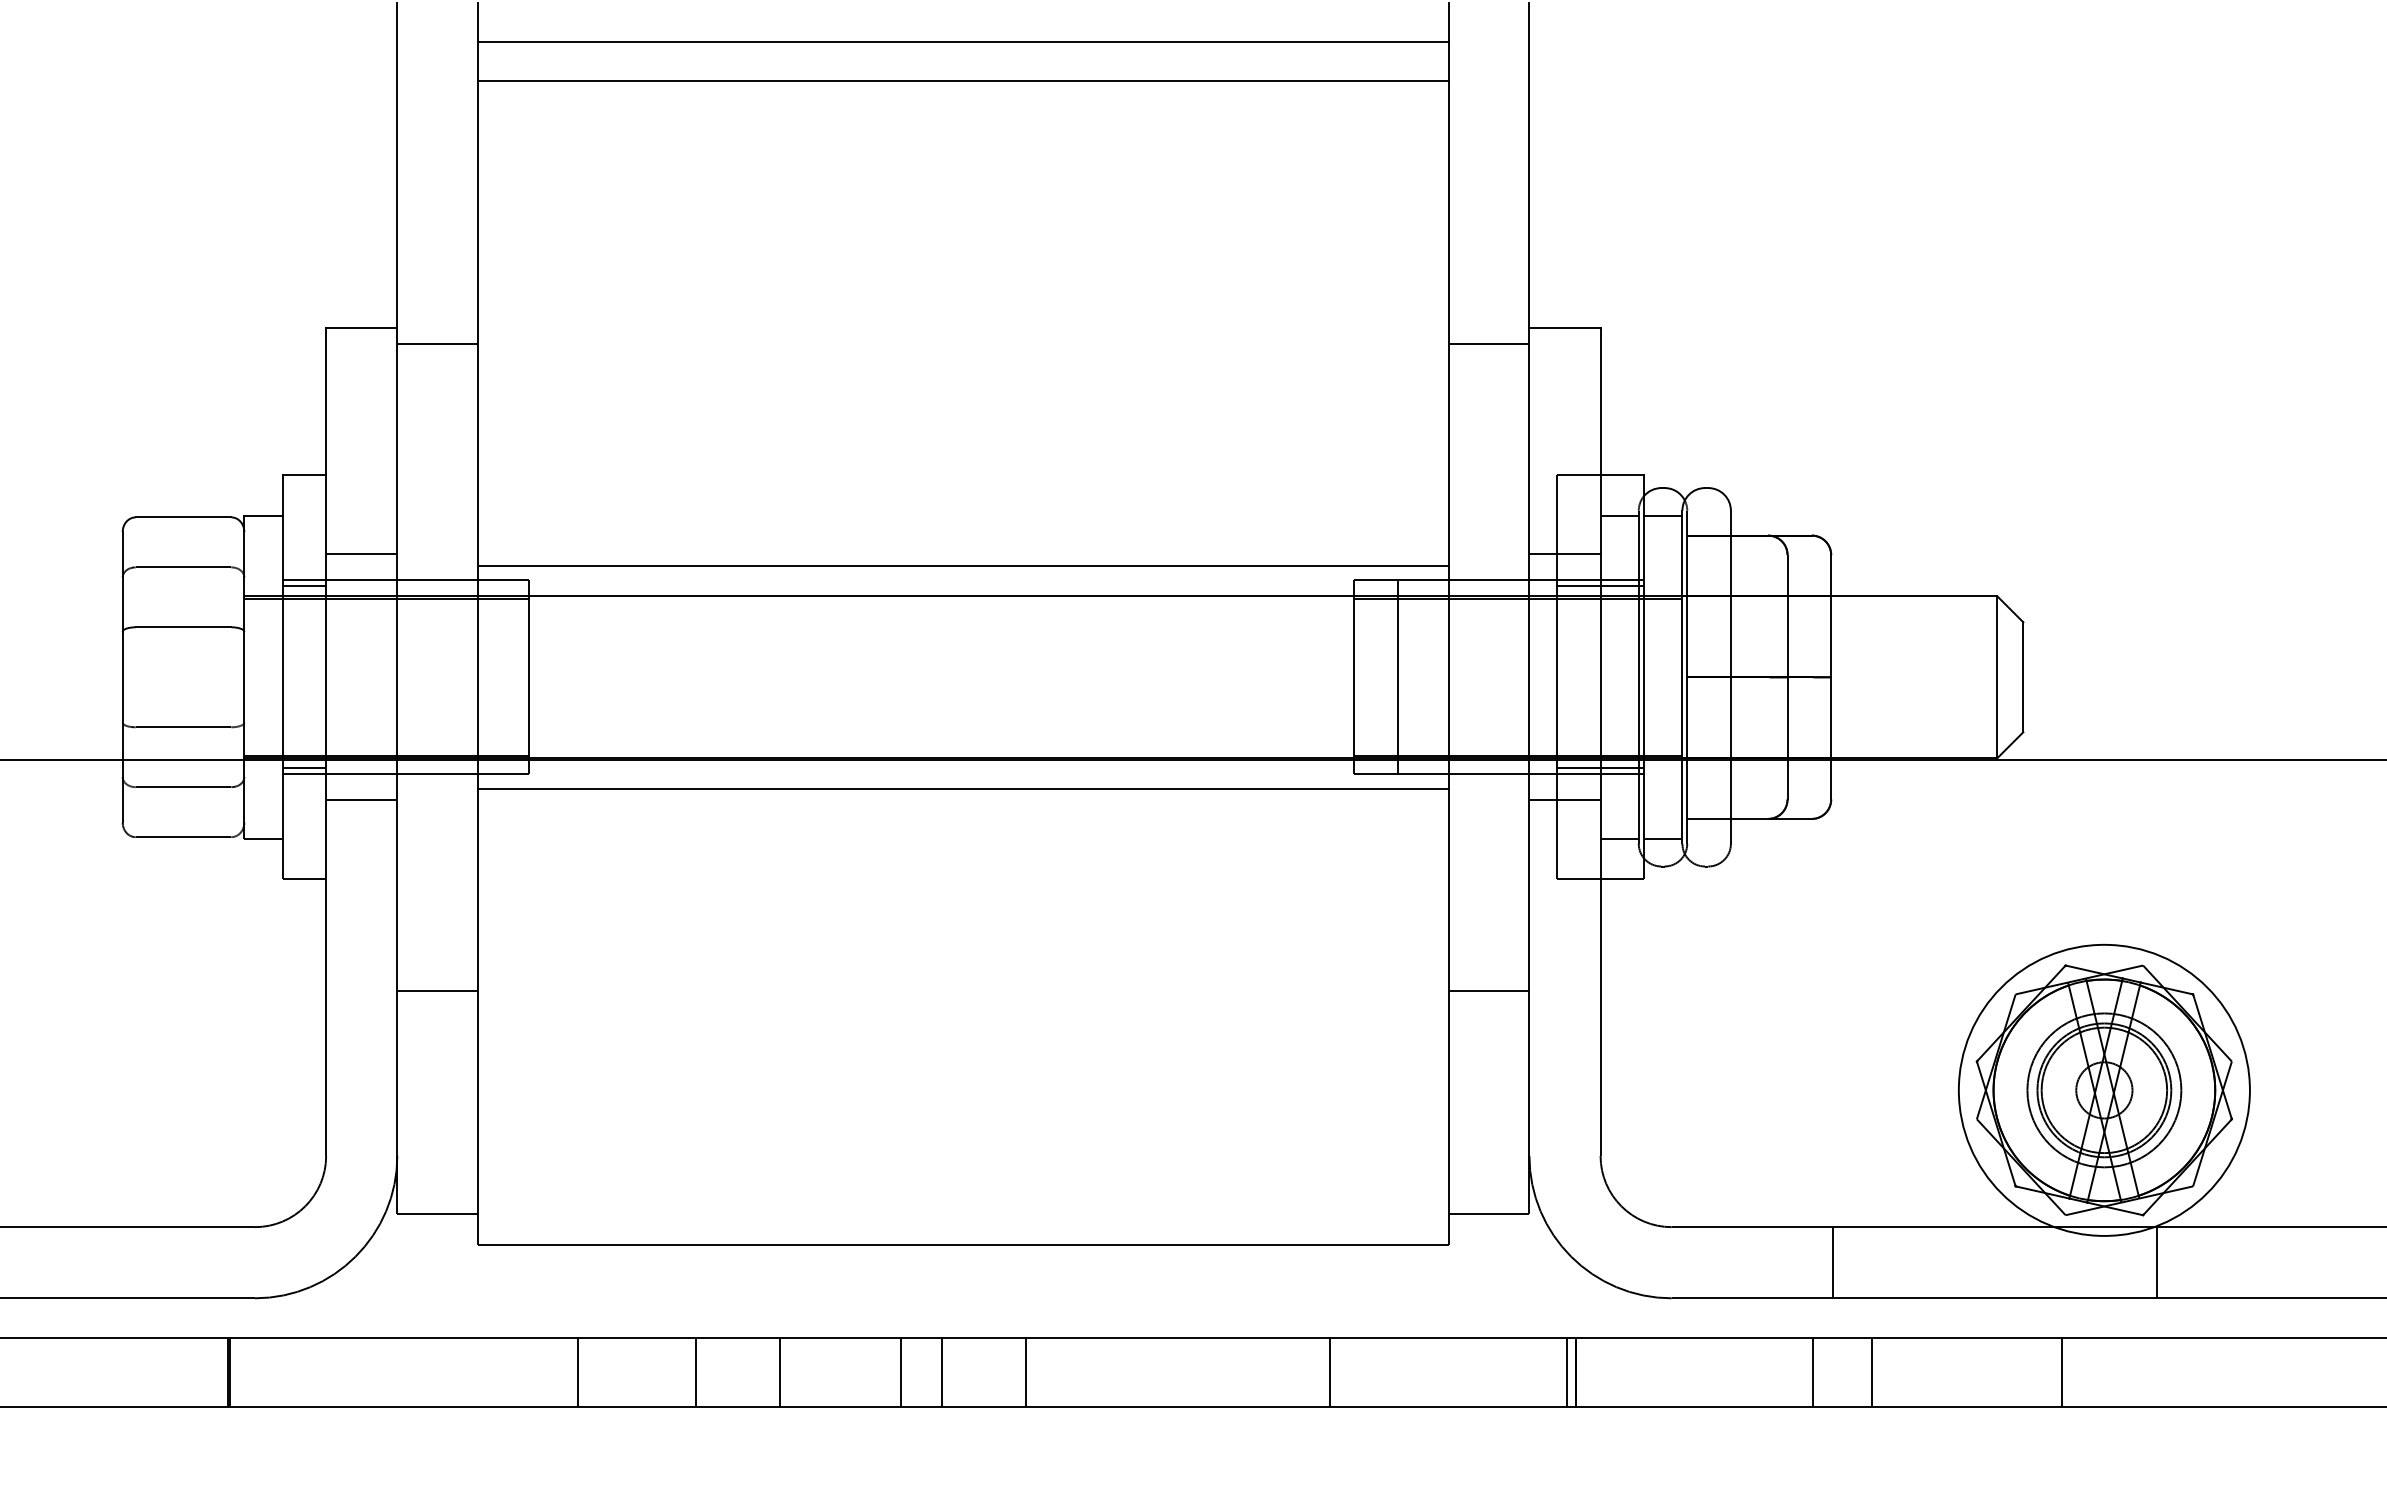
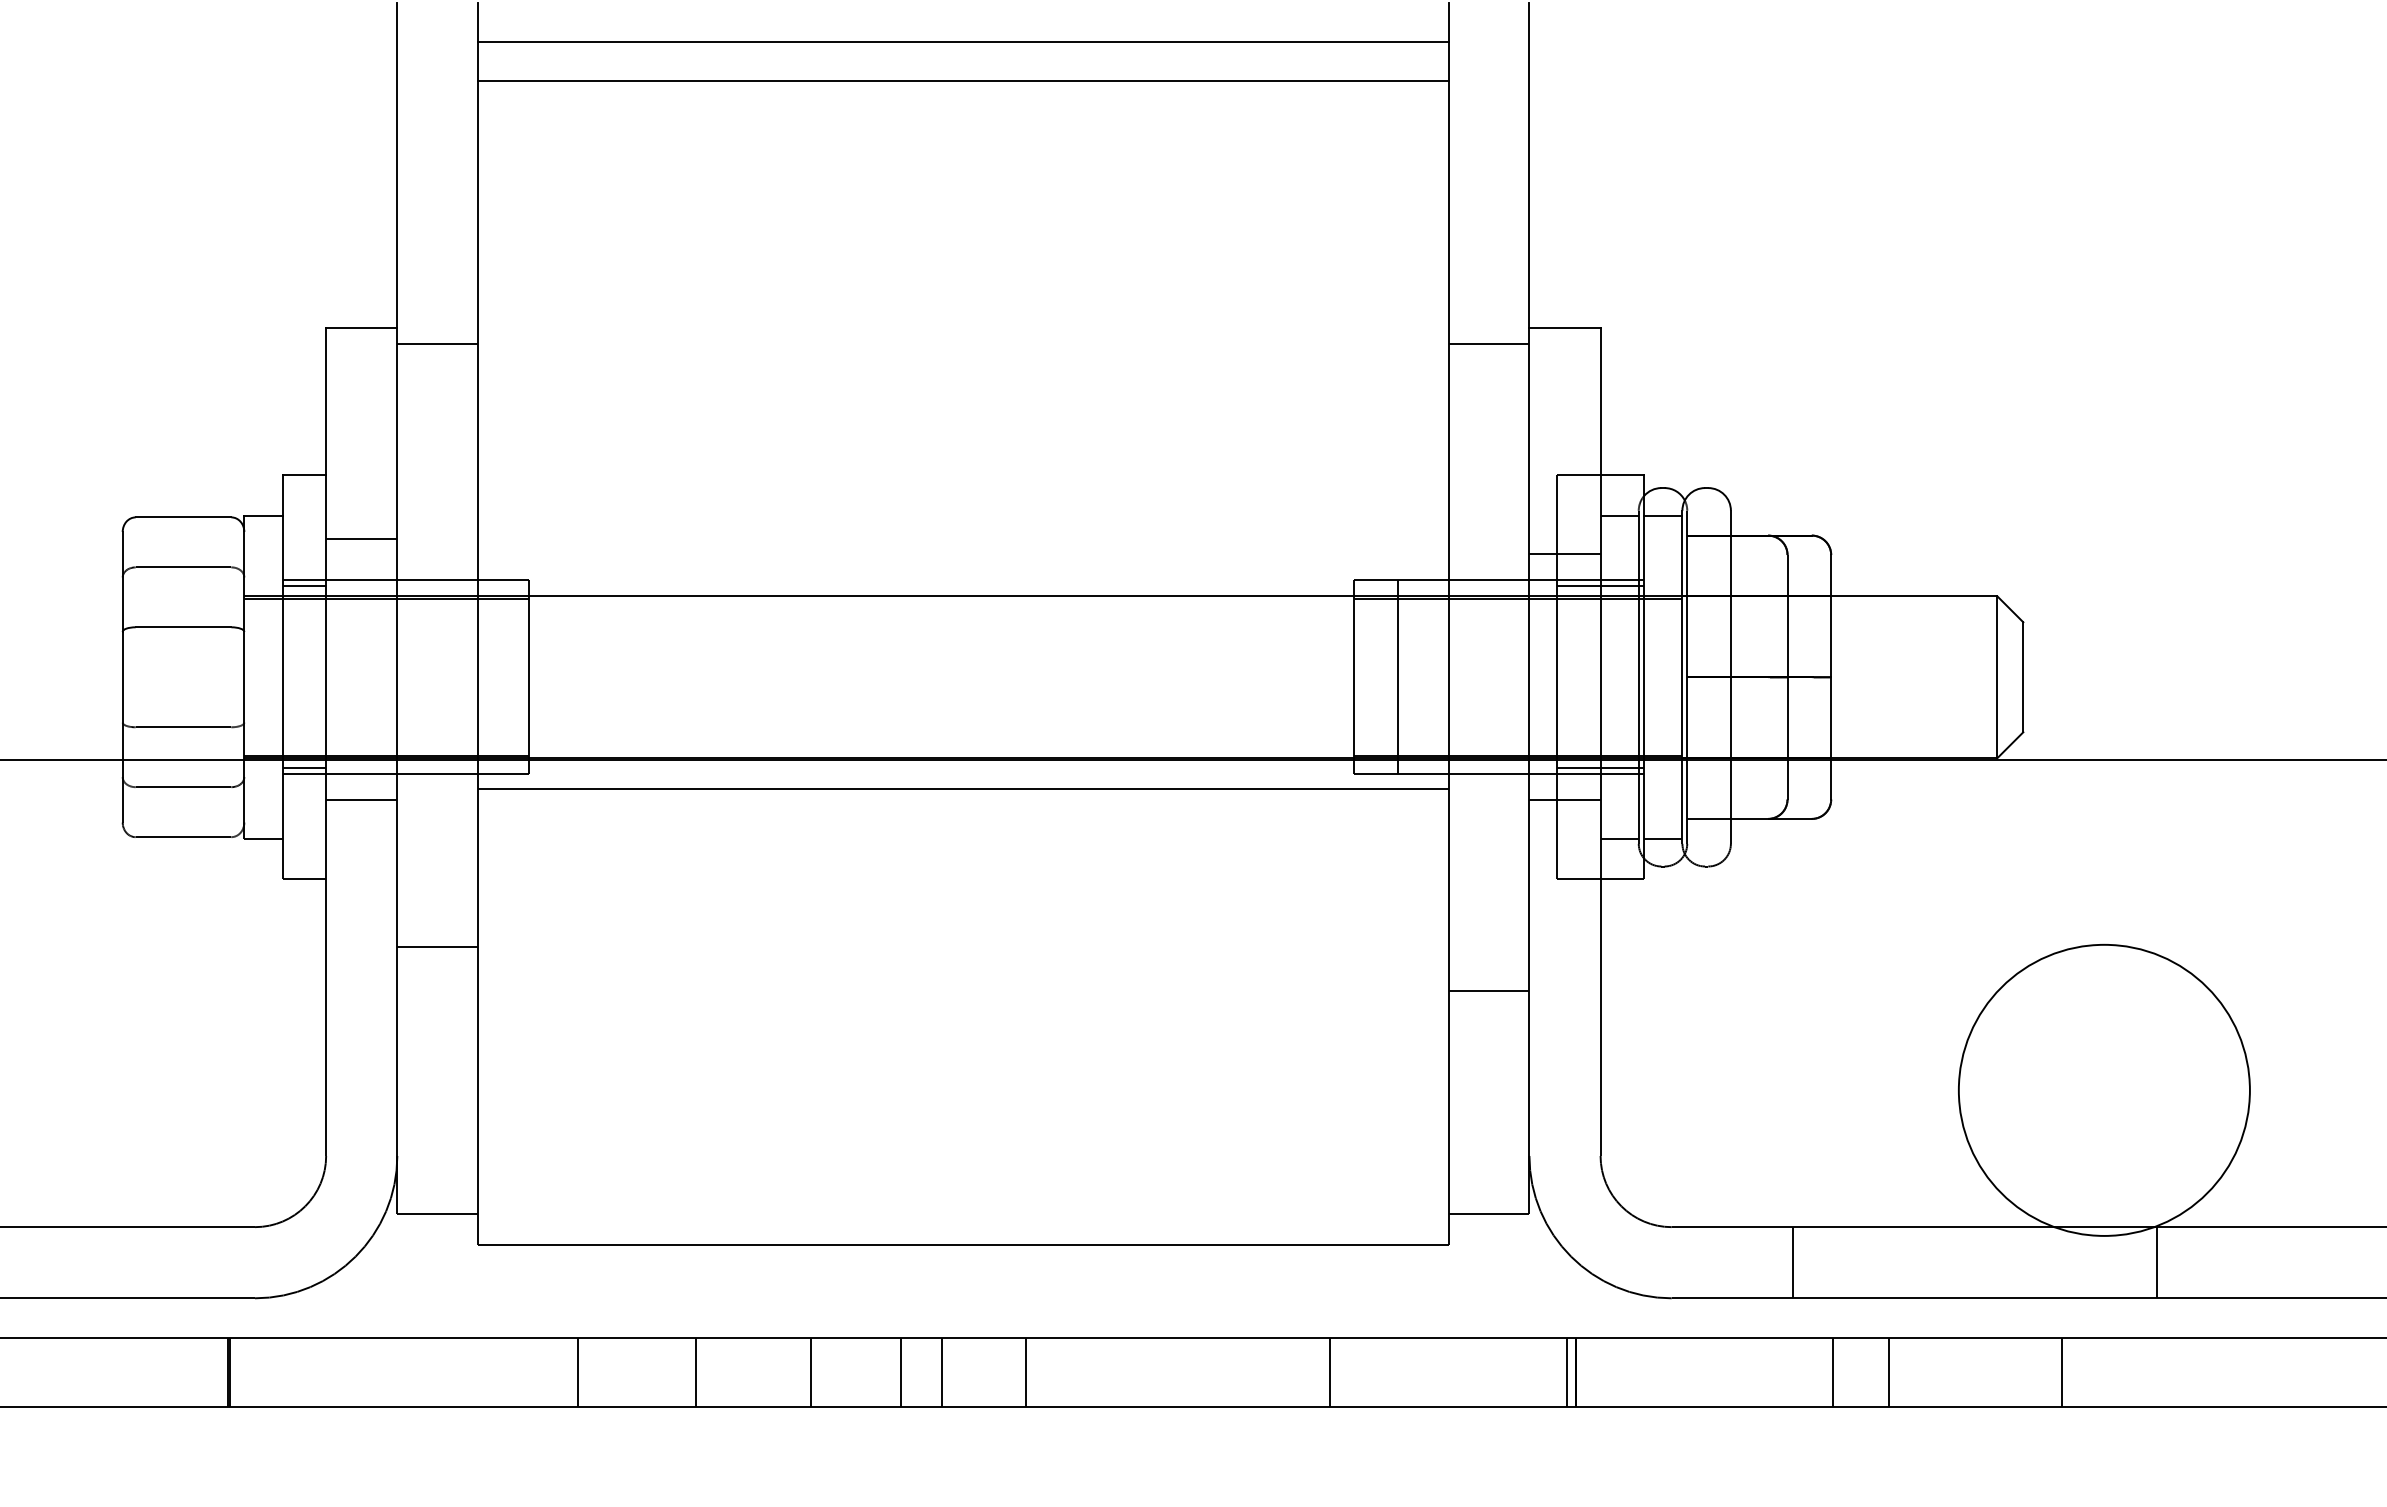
line at (361, 554) position: (361, 554) -> (361, 539)
line at (963, 566): present -> none
line at (437, 991) position: (437, 991) -> (437, 947)
part at (2103, 1090): present -> none
line at (1833, 1262) position: (1833, 1262) -> (1793, 1262)
line at (779, 1372) position: (779, 1372) -> (810, 1372)
line at (1812, 1372) position: (1812, 1372) -> (1832, 1372)
line at (1871, 1372) position: (1871, 1372) -> (1888, 1372)
